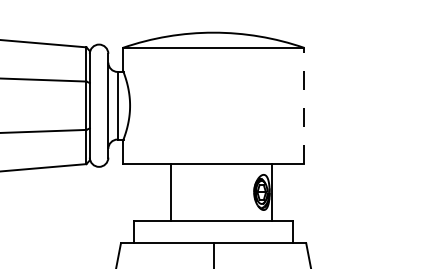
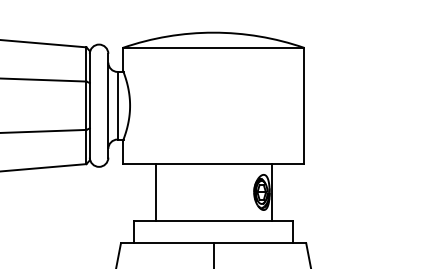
line at (304, 105): dashed -> solid
line at (170, 192) position: (170, 192) -> (155, 192)
